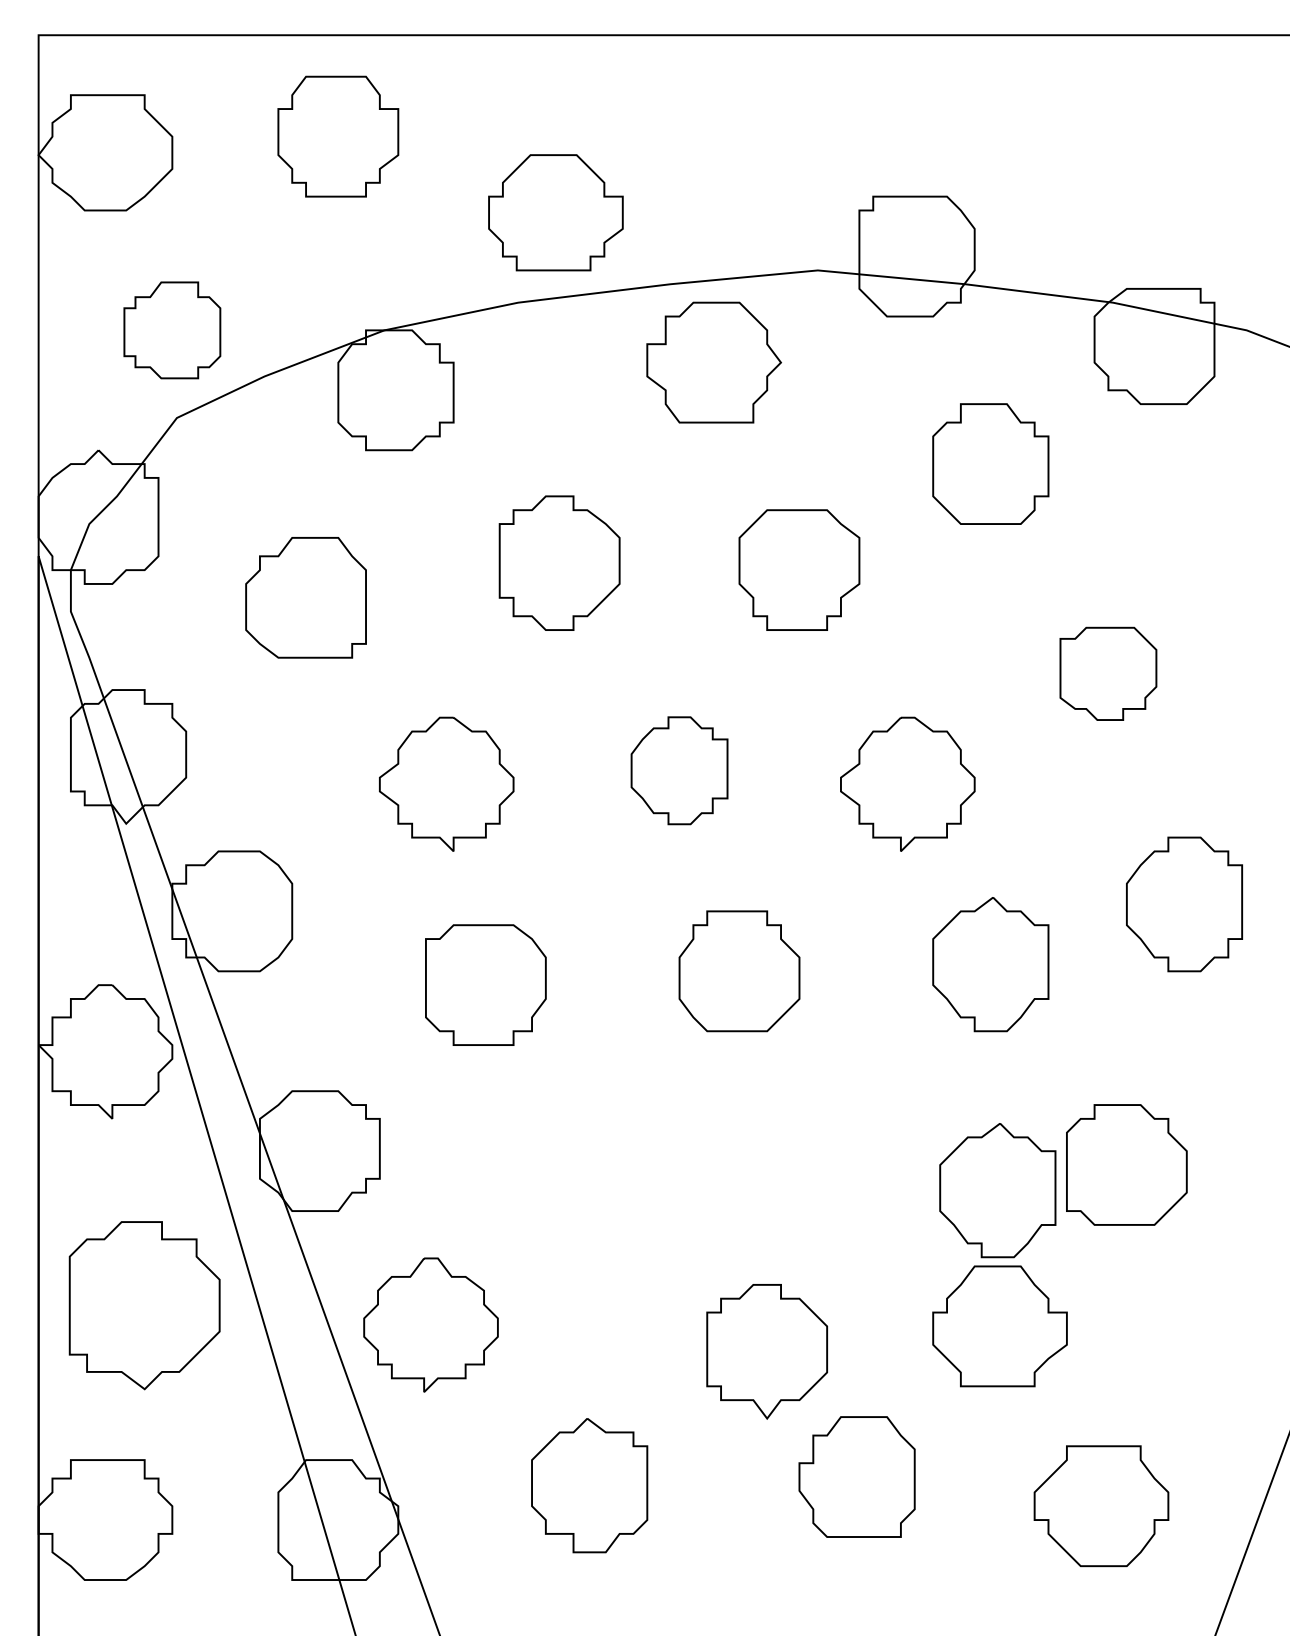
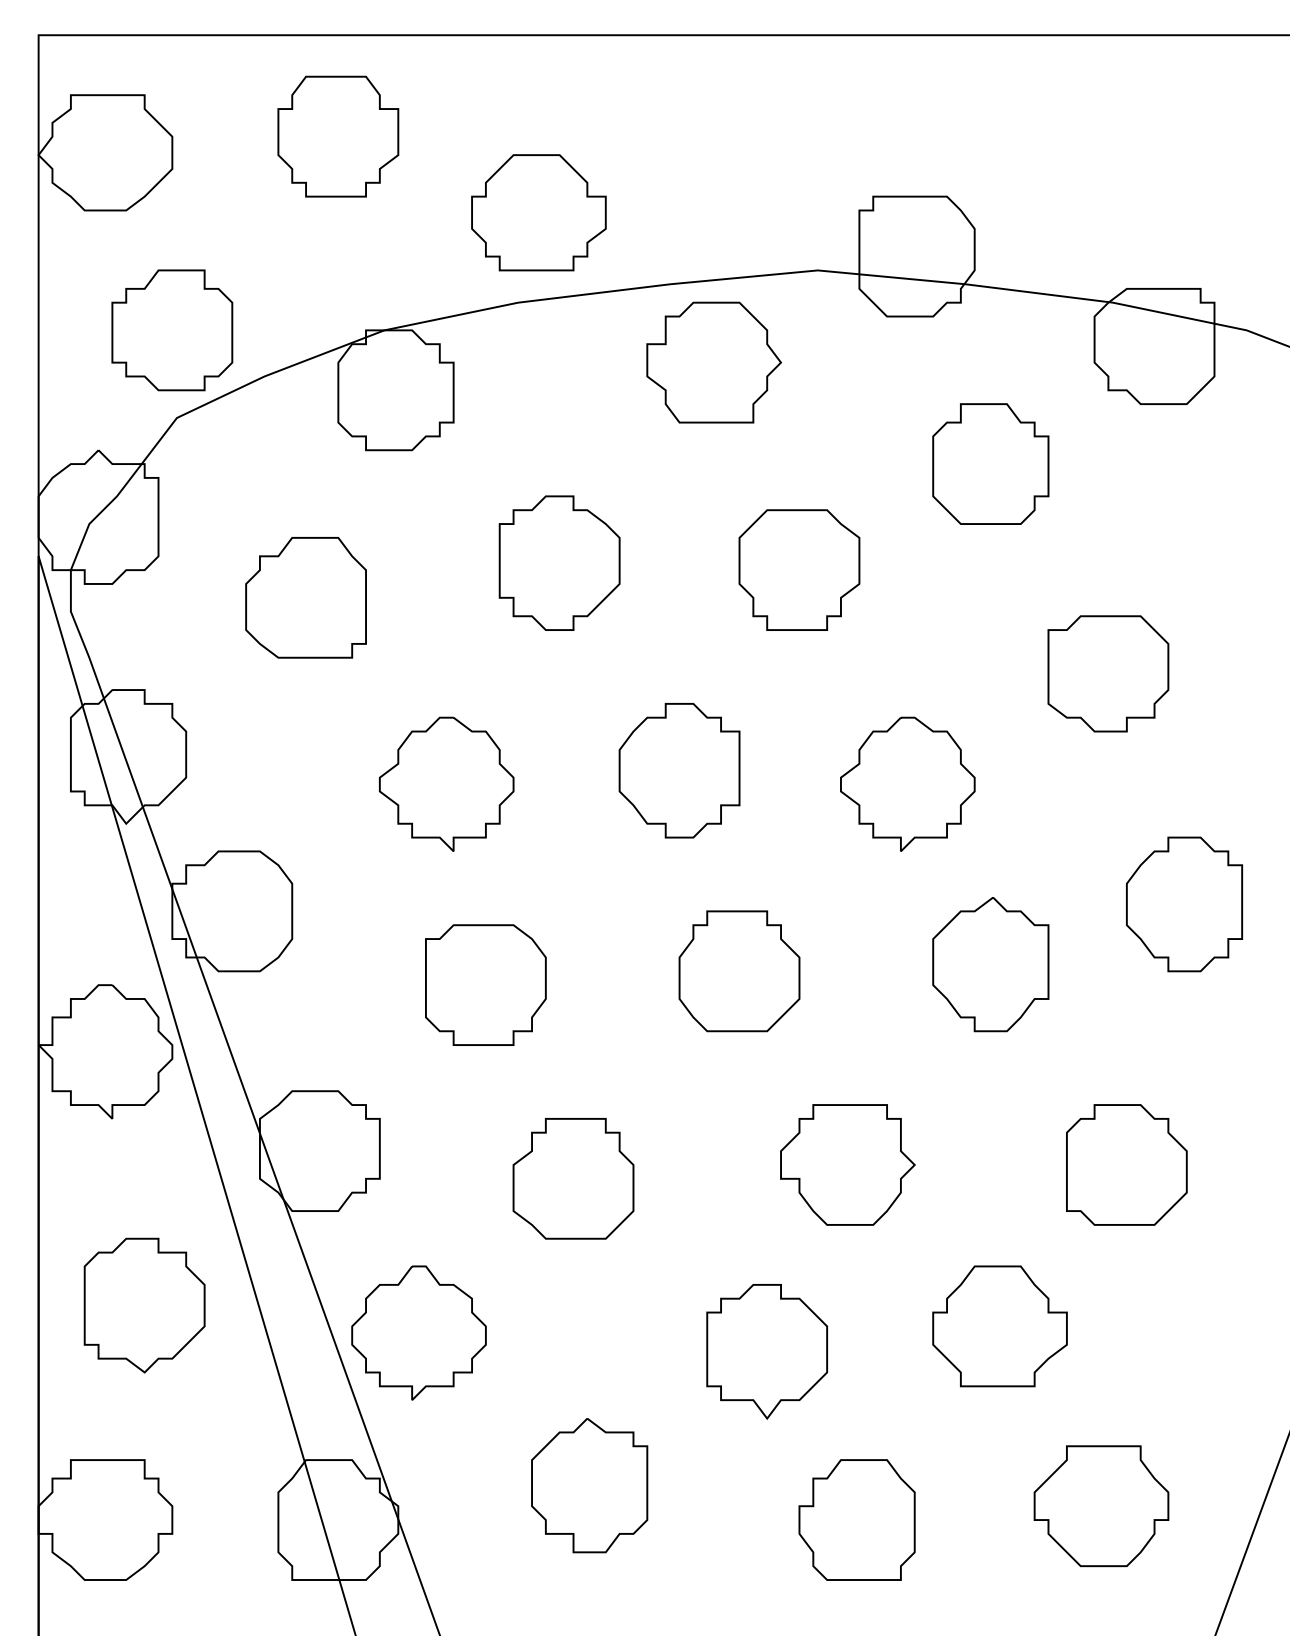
part at (555, 212) position: (555, 212) -> (538, 212)
part at (172, 330) size: 99x99 px -> 123x123 px
part at (1108, 673) size: 99x95 px -> 123x118 px
part at (679, 770) size: 99x110 px -> 123x136 px
part at (847, 1164): none -> present
part at (573, 1178): none -> present
part at (997, 1190): present -> none
part at (144, 1305) size: 153x170 px -> 123x137 px
part at (430, 1324) position: (430, 1324) -> (418, 1332)
part at (856, 1476) position: (856, 1476) -> (856, 1519)
